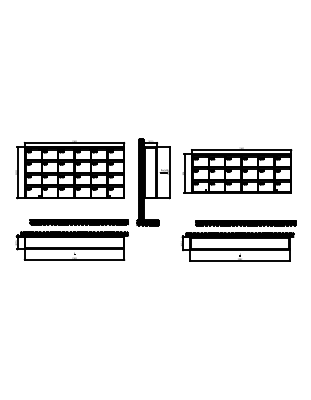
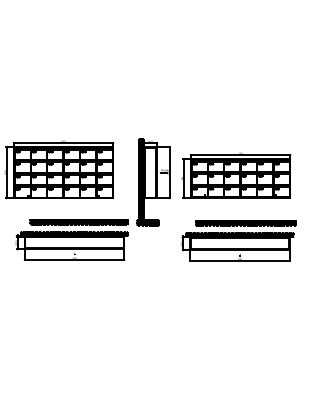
part at (70, 169) position: (70, 169) -> (59, 169)
part at (237, 170) position: (237, 170) -> (236, 175)
